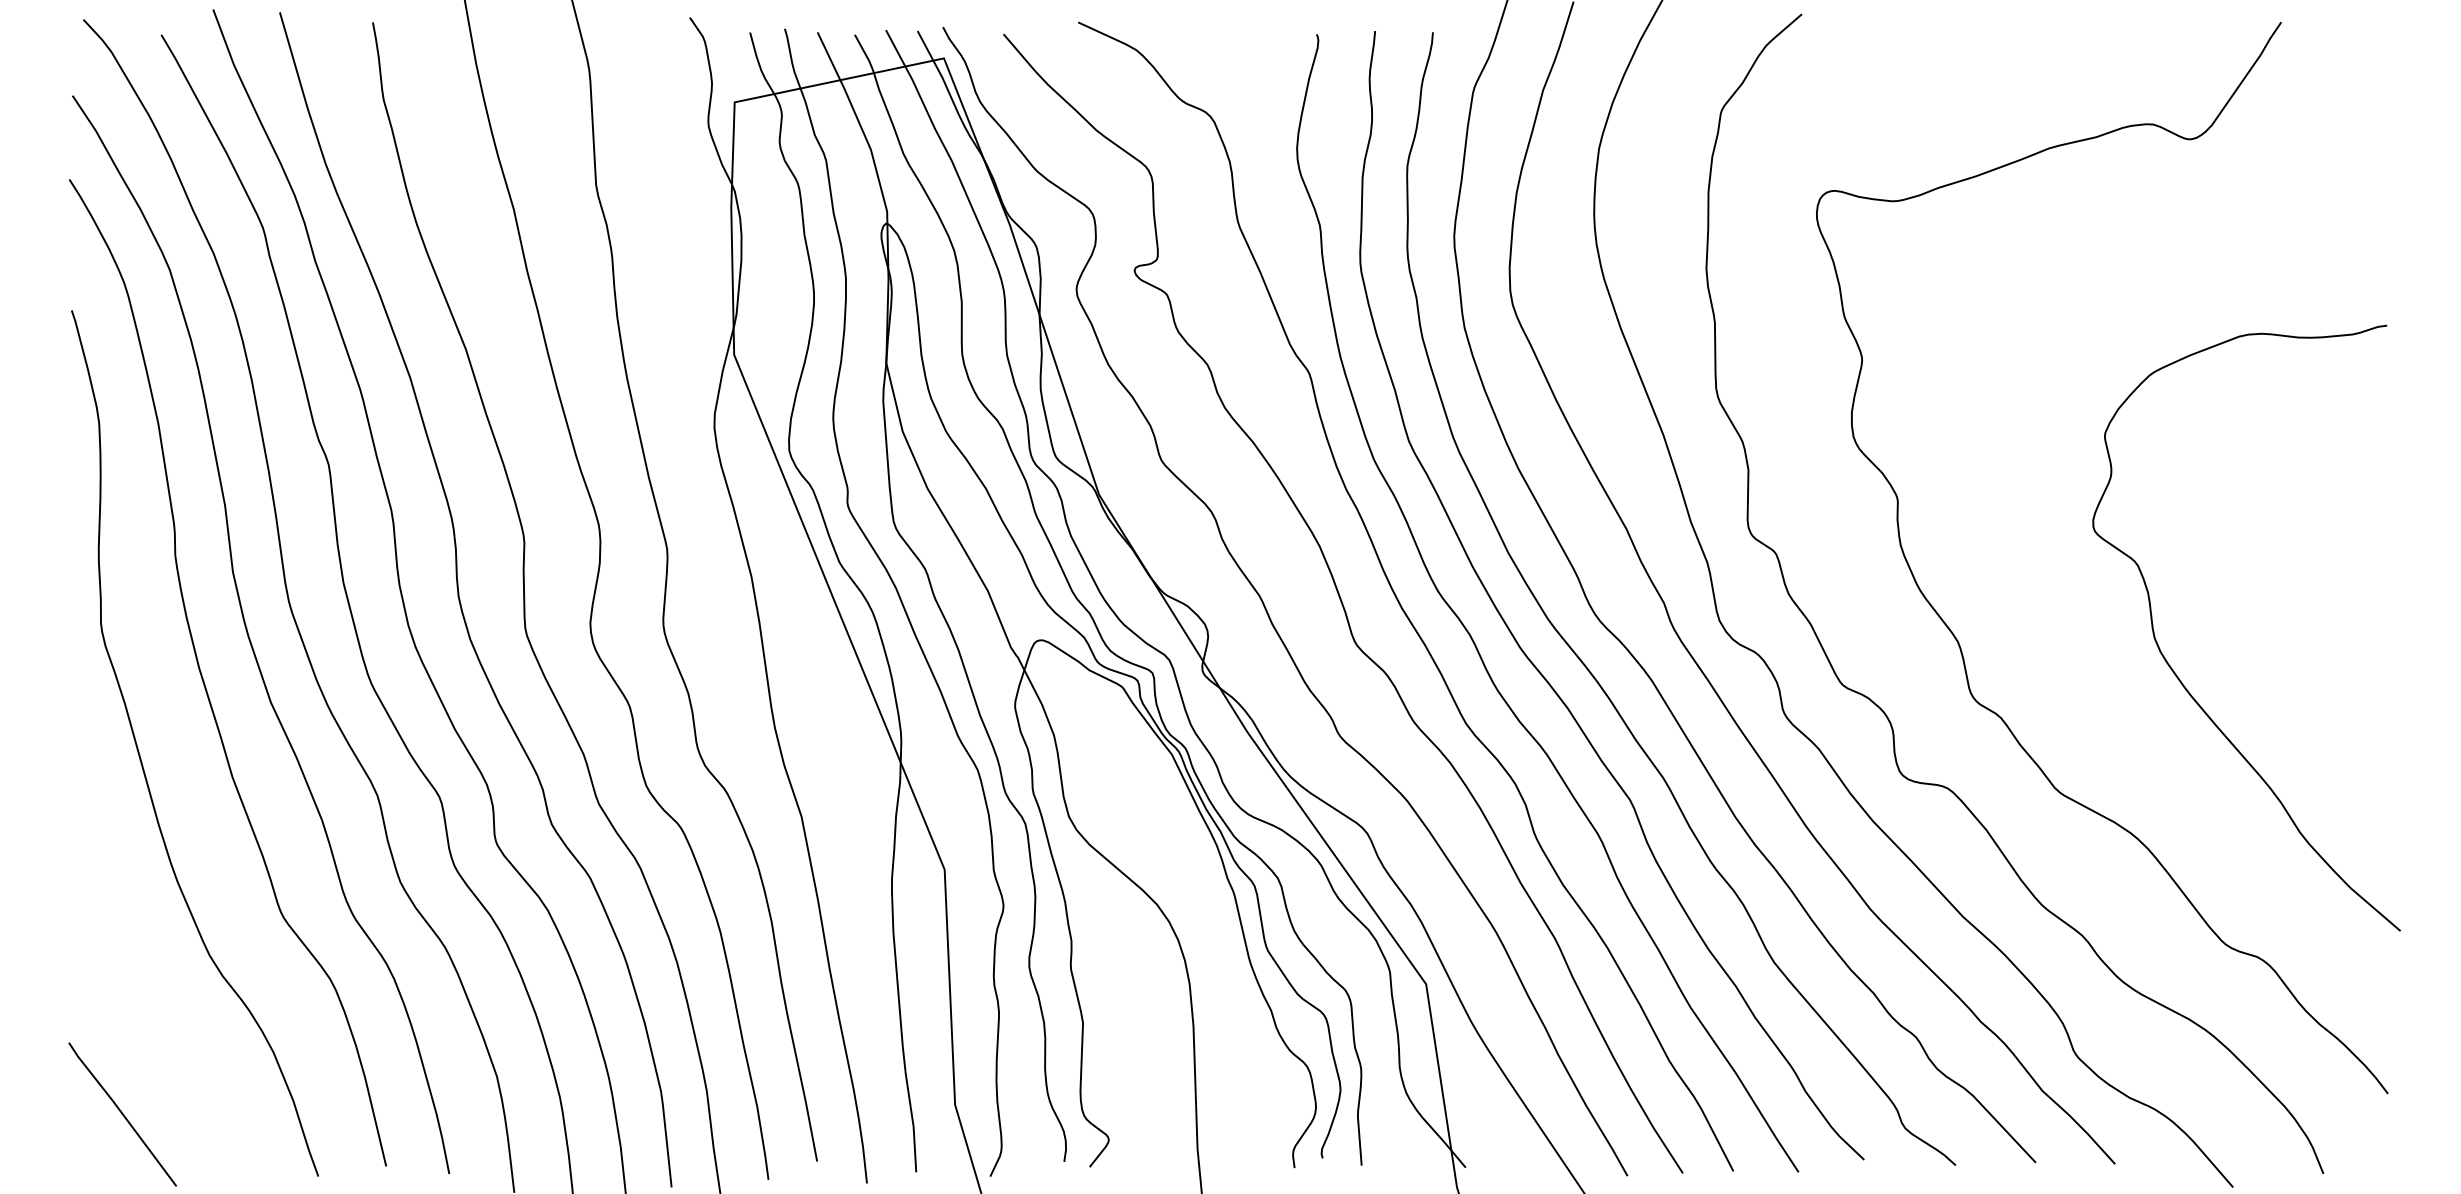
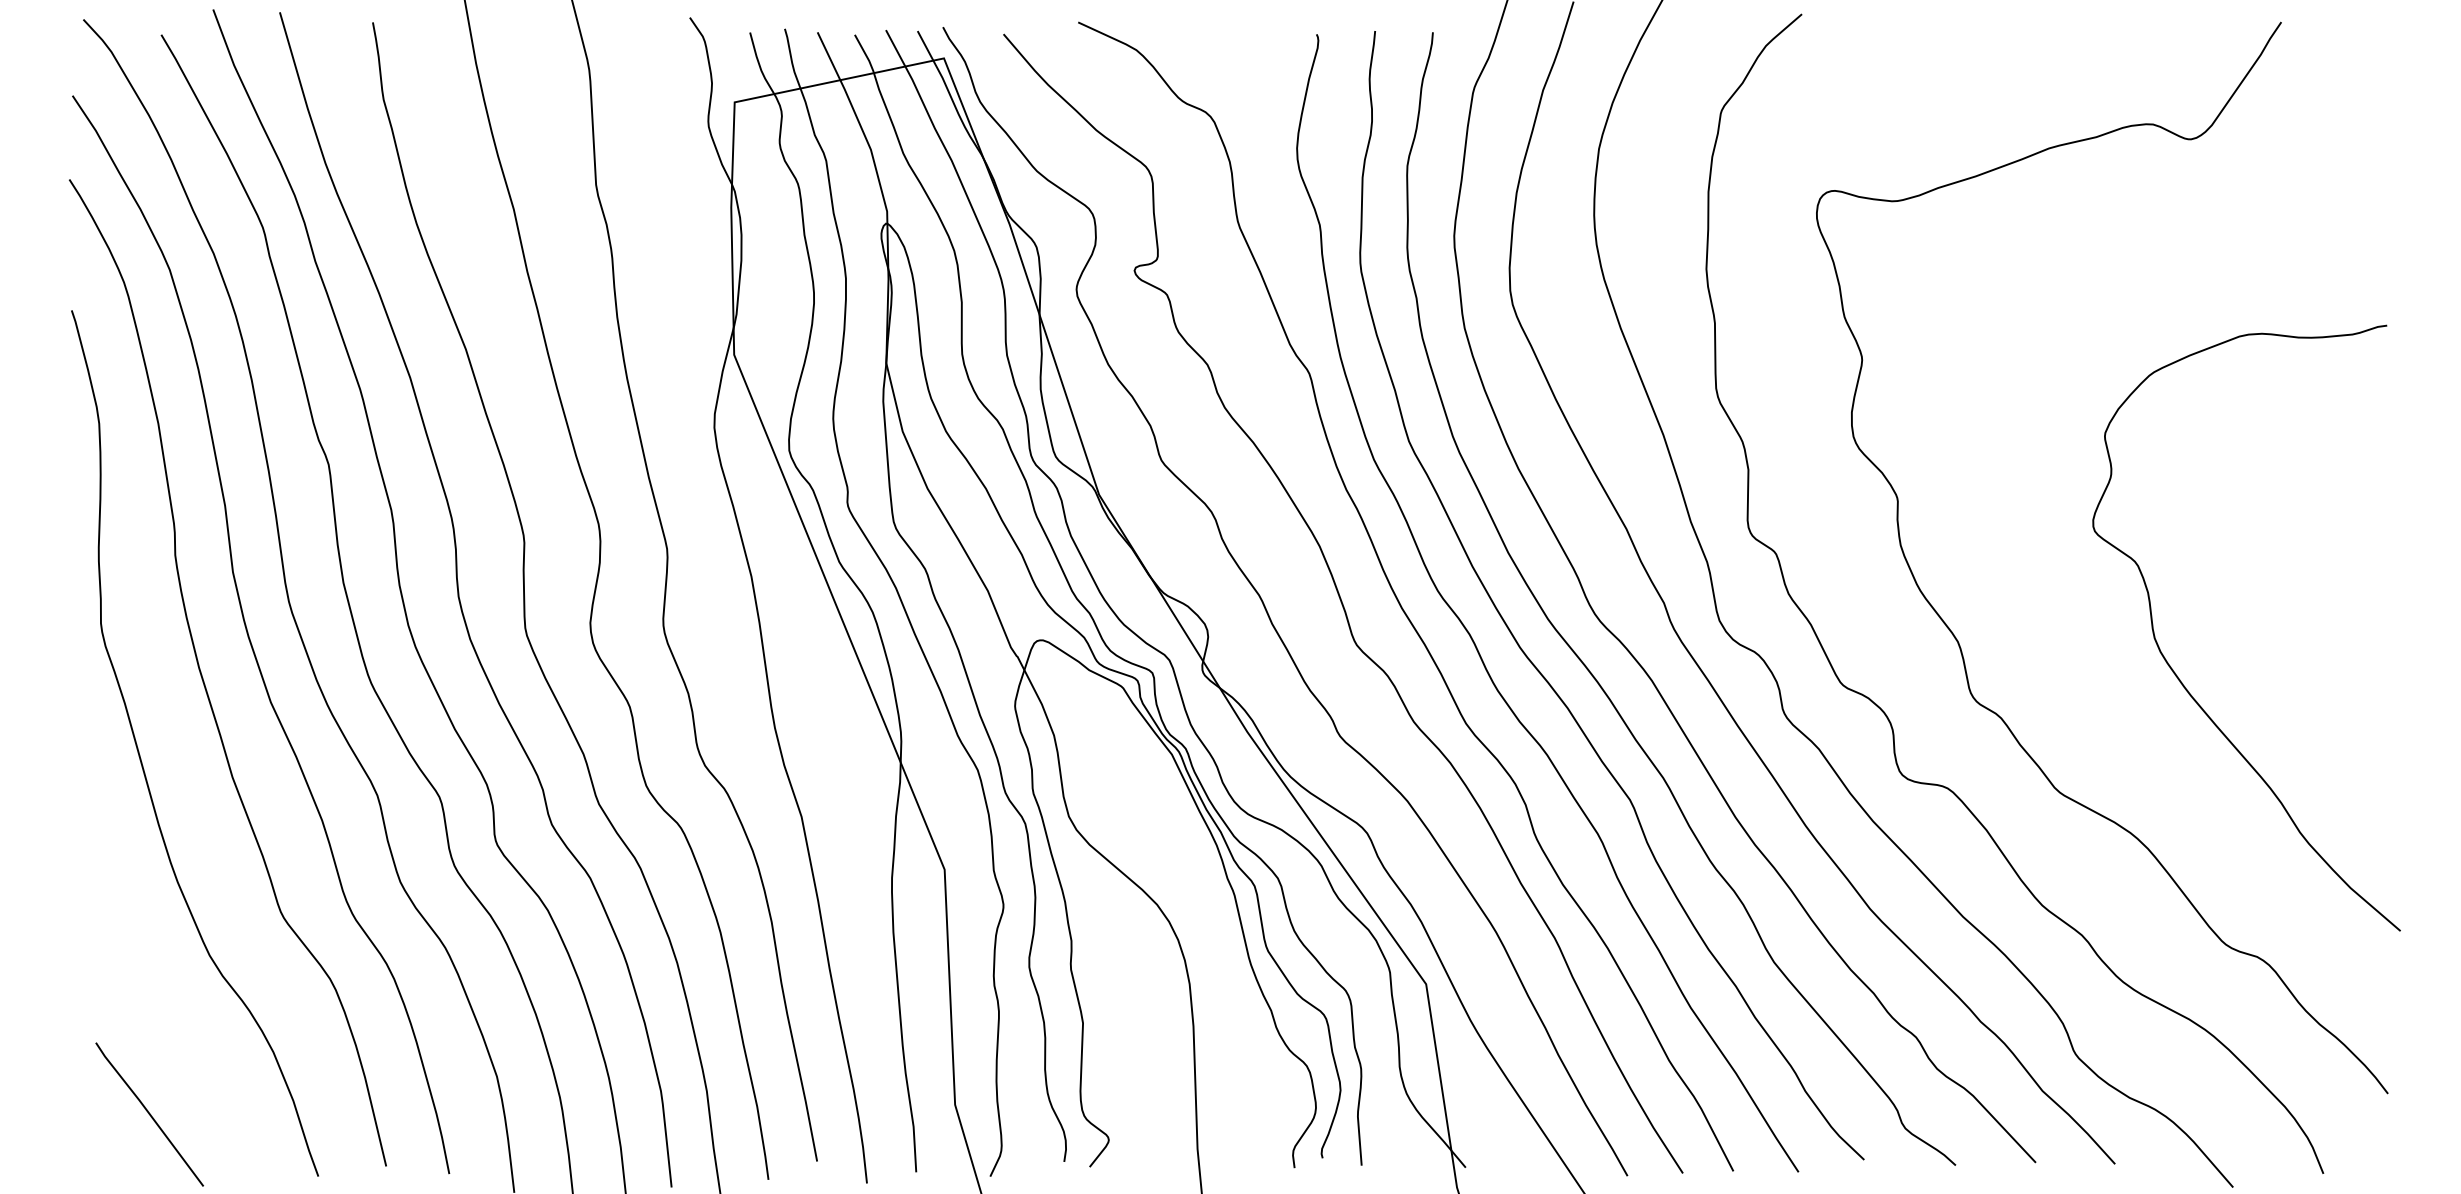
line at (122, 1114) position: (122, 1114) -> (149, 1114)
